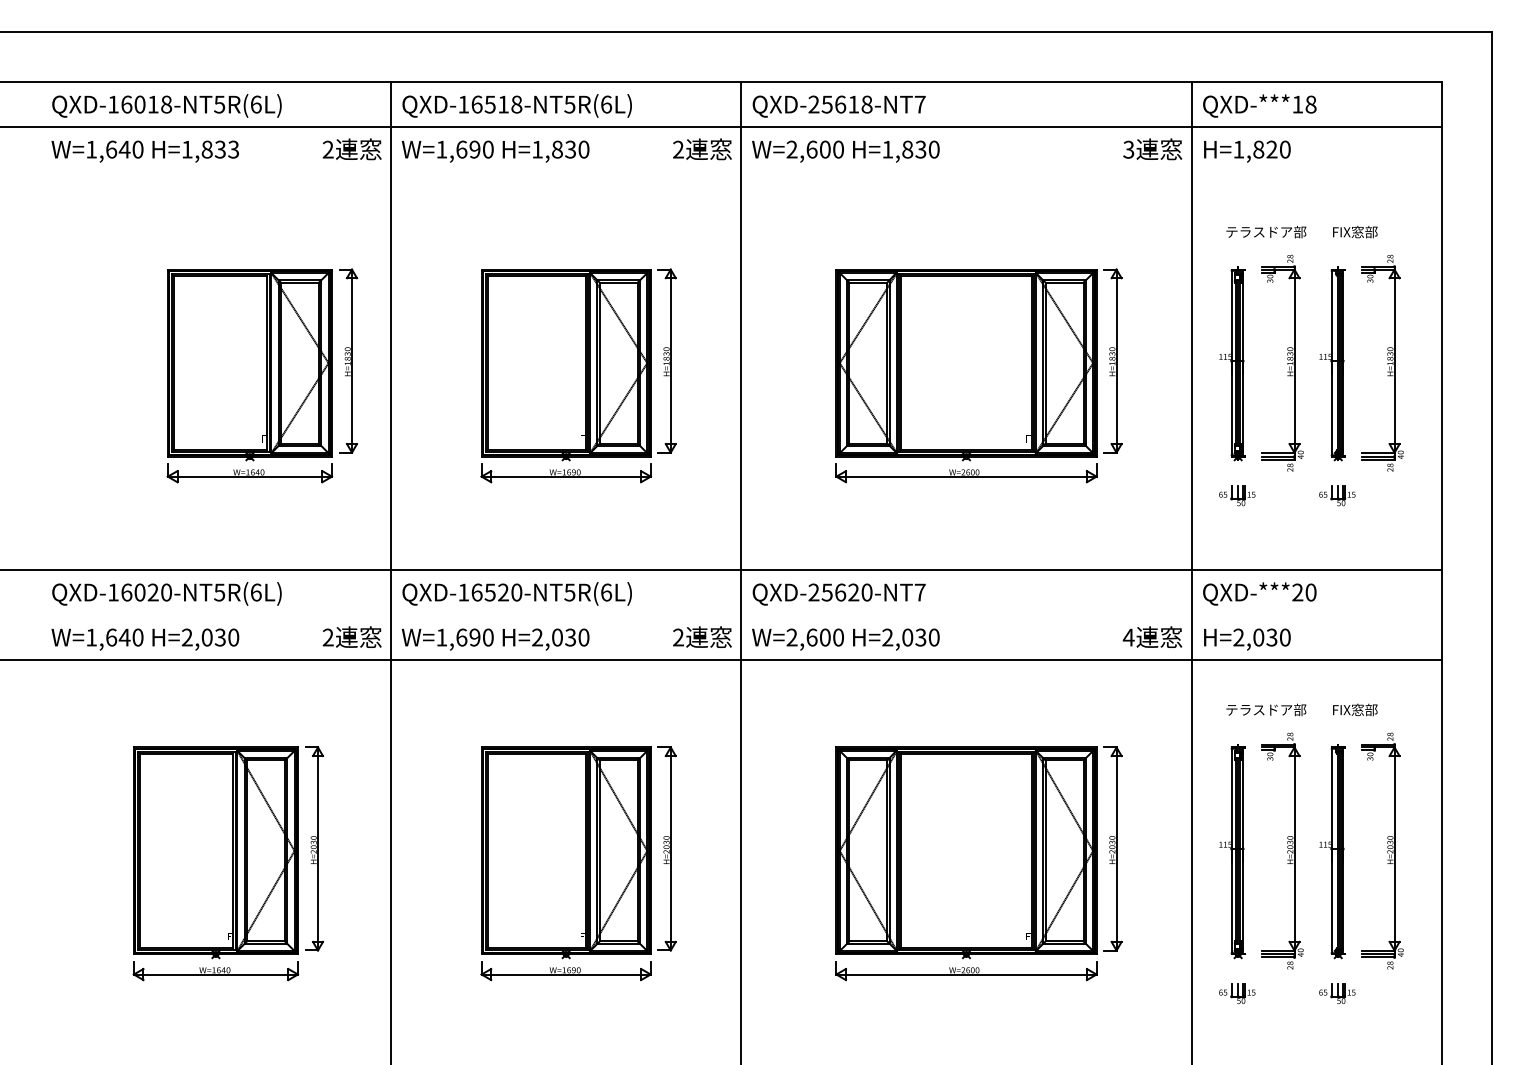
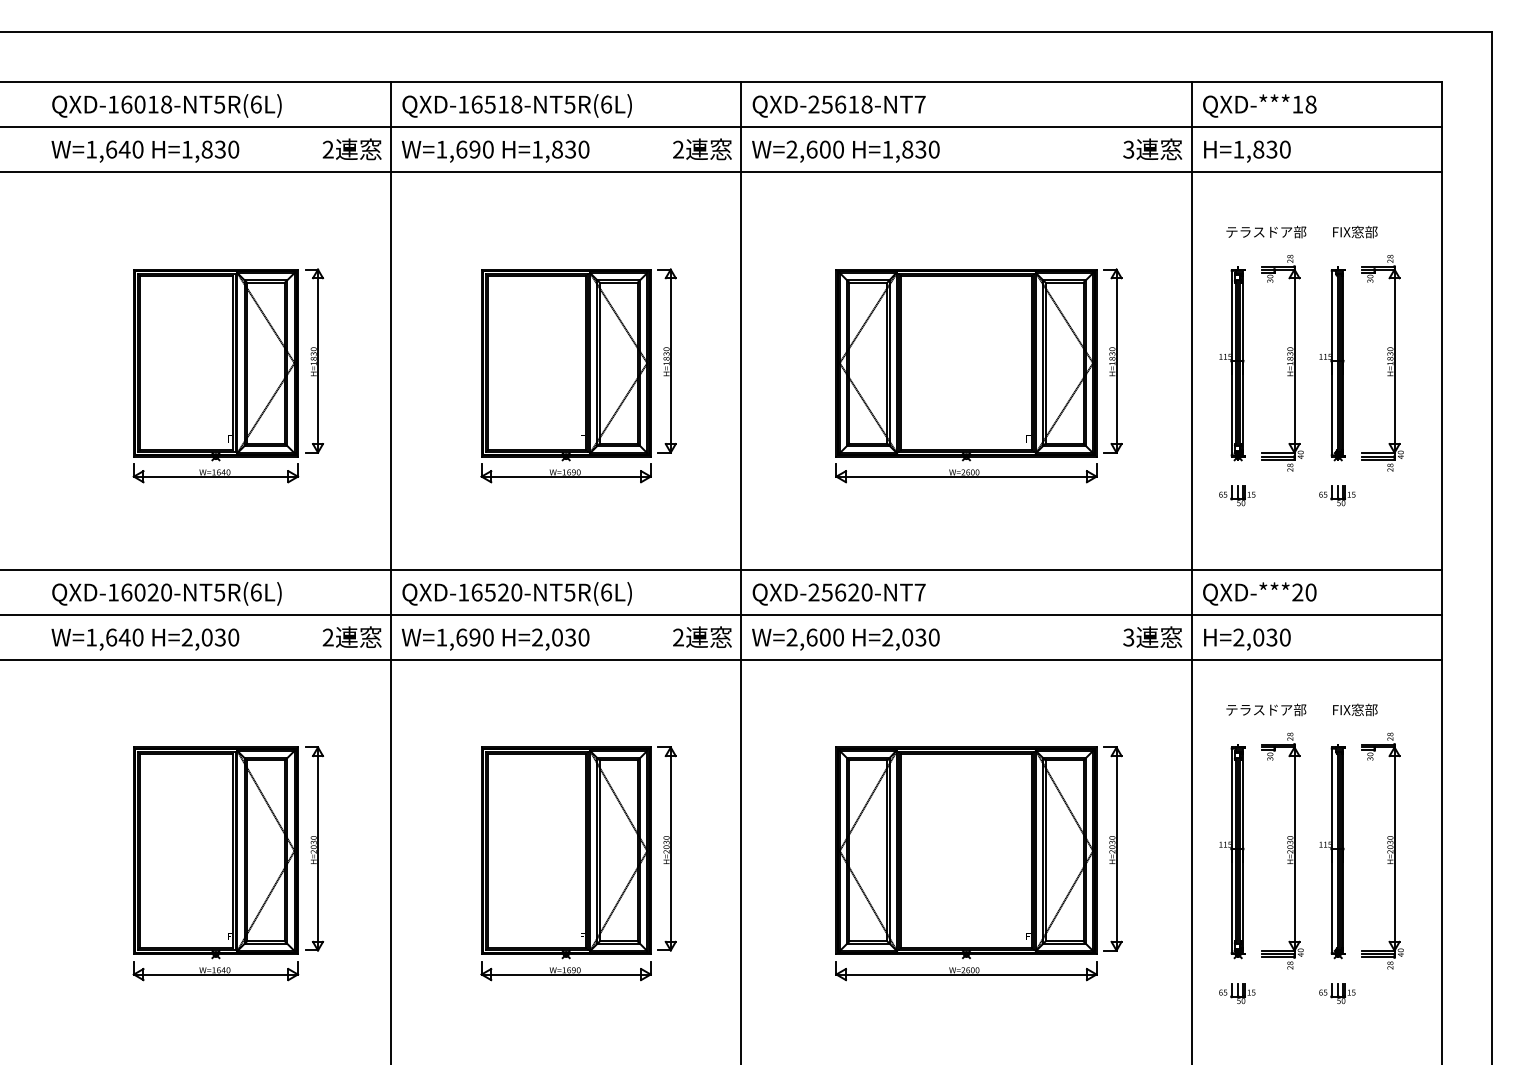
text at (233, 149): H=1,833 -> H=1,830
text at (1271, 149): H=1,820 -> H=1,830
line at (721, 172): none -> present
part at (262, 375) position: (262, 375) -> (228, 375)
line at (721, 615): none -> present
text at (1128, 637): 4 -> 3
